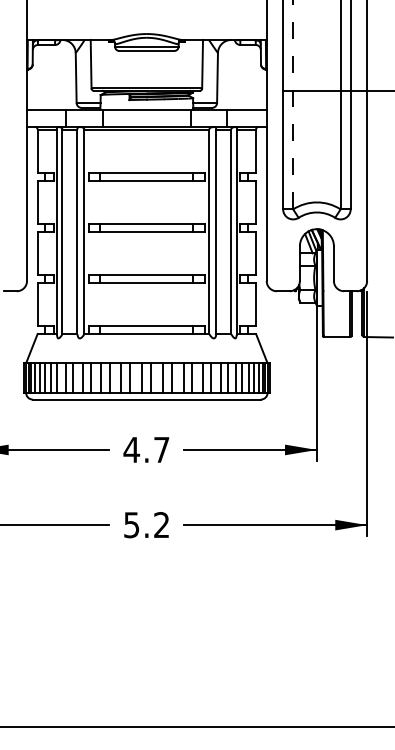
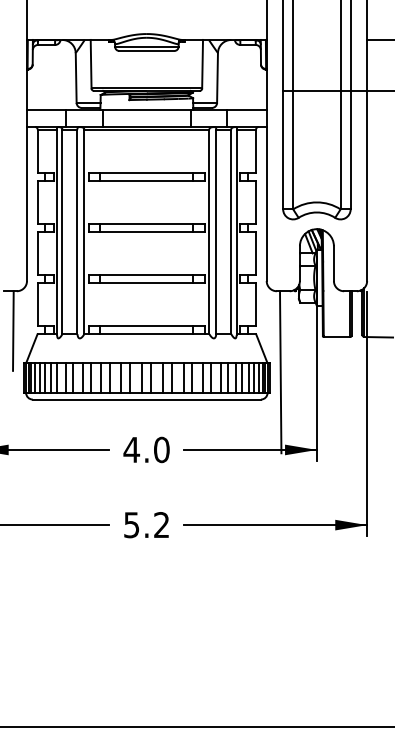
line at (379, 39): none -> present
line at (293, 104): dashed -> solid
line at (13, 330): none -> present
line at (280, 372): none -> present
text at (161, 449): 4.7 -> 4.0
